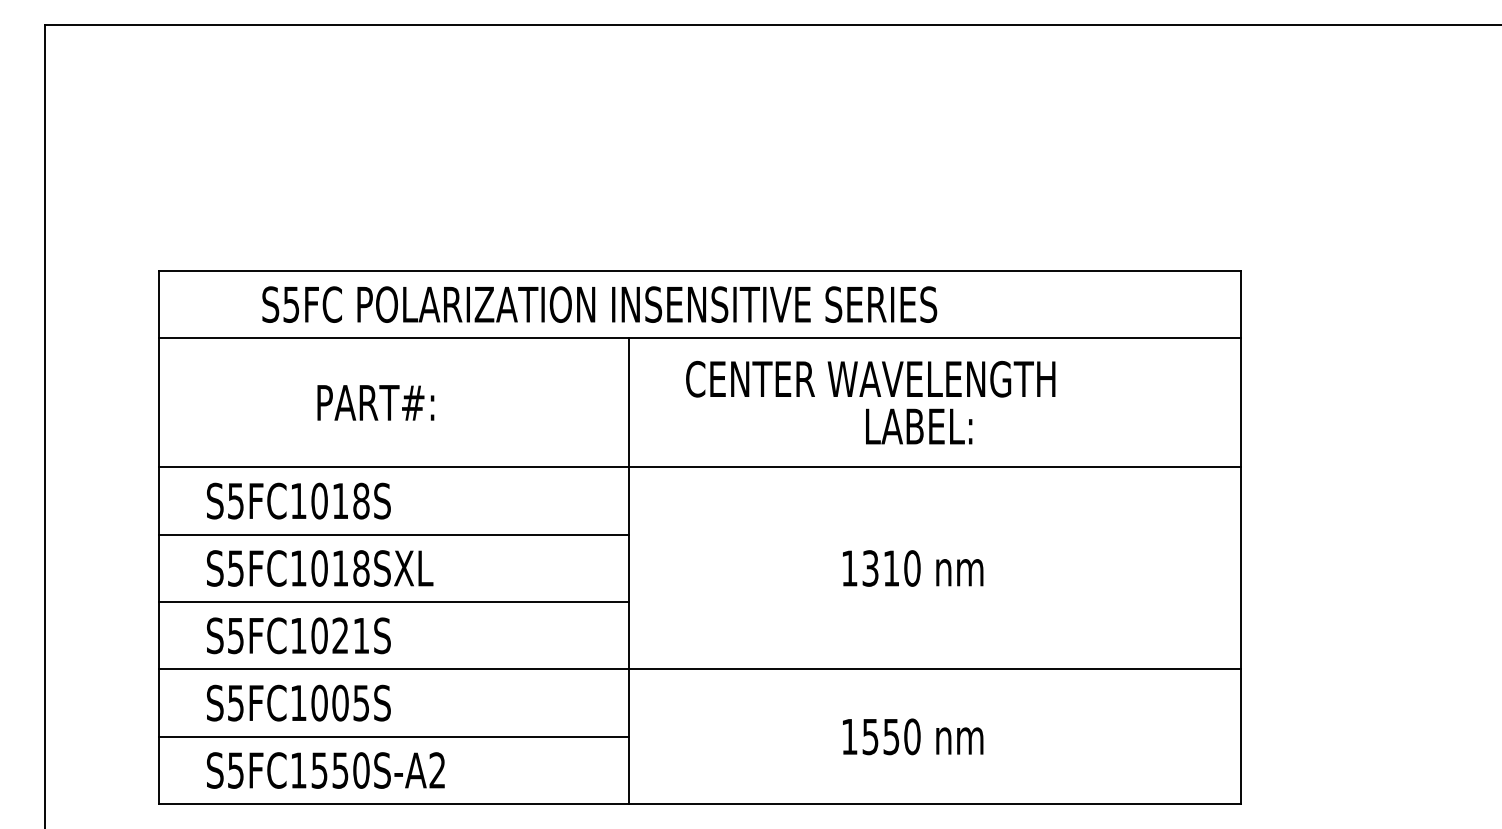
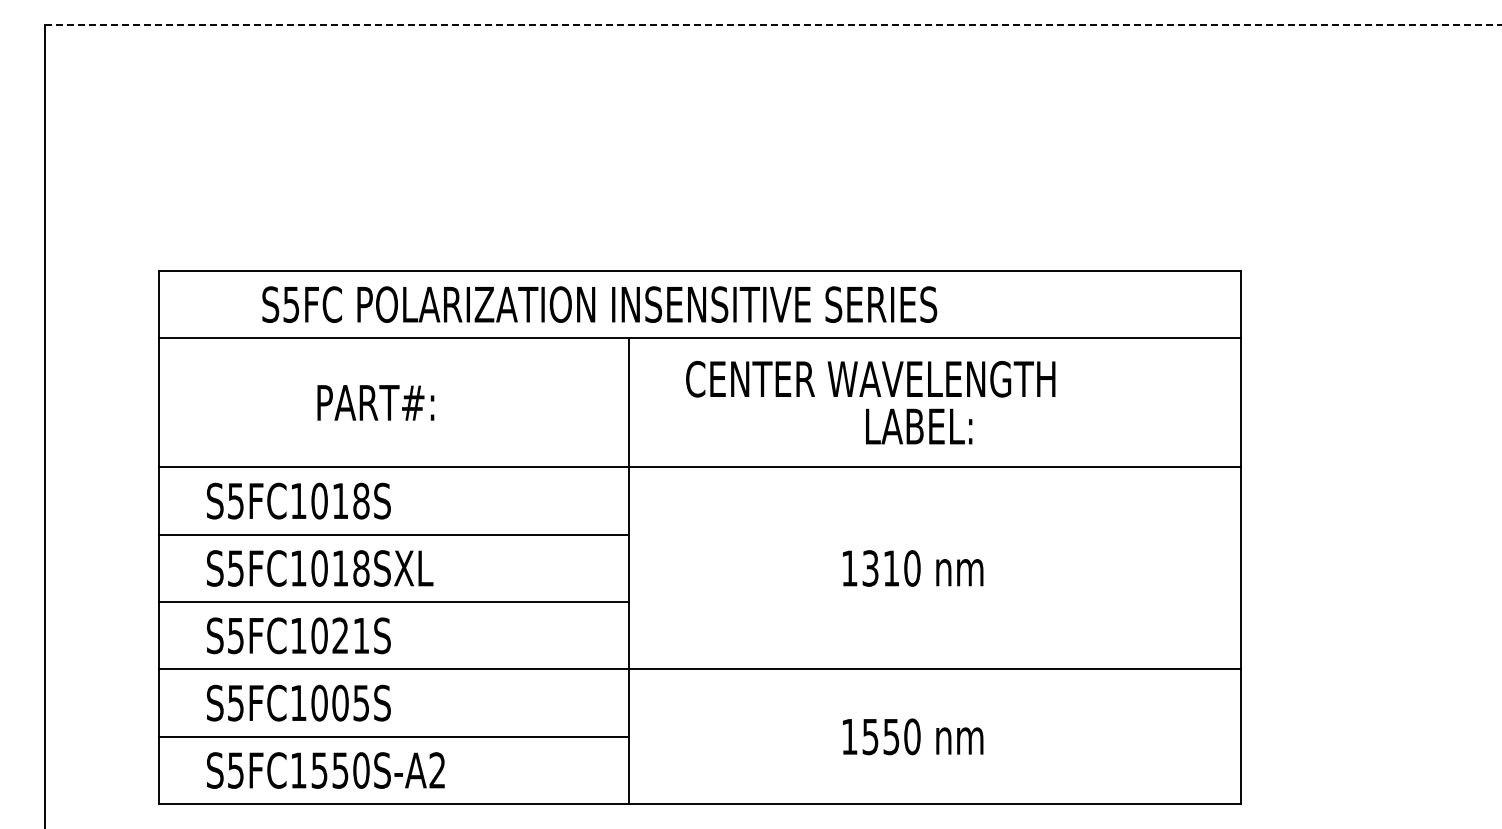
line at (773, 24): solid -> dashed
